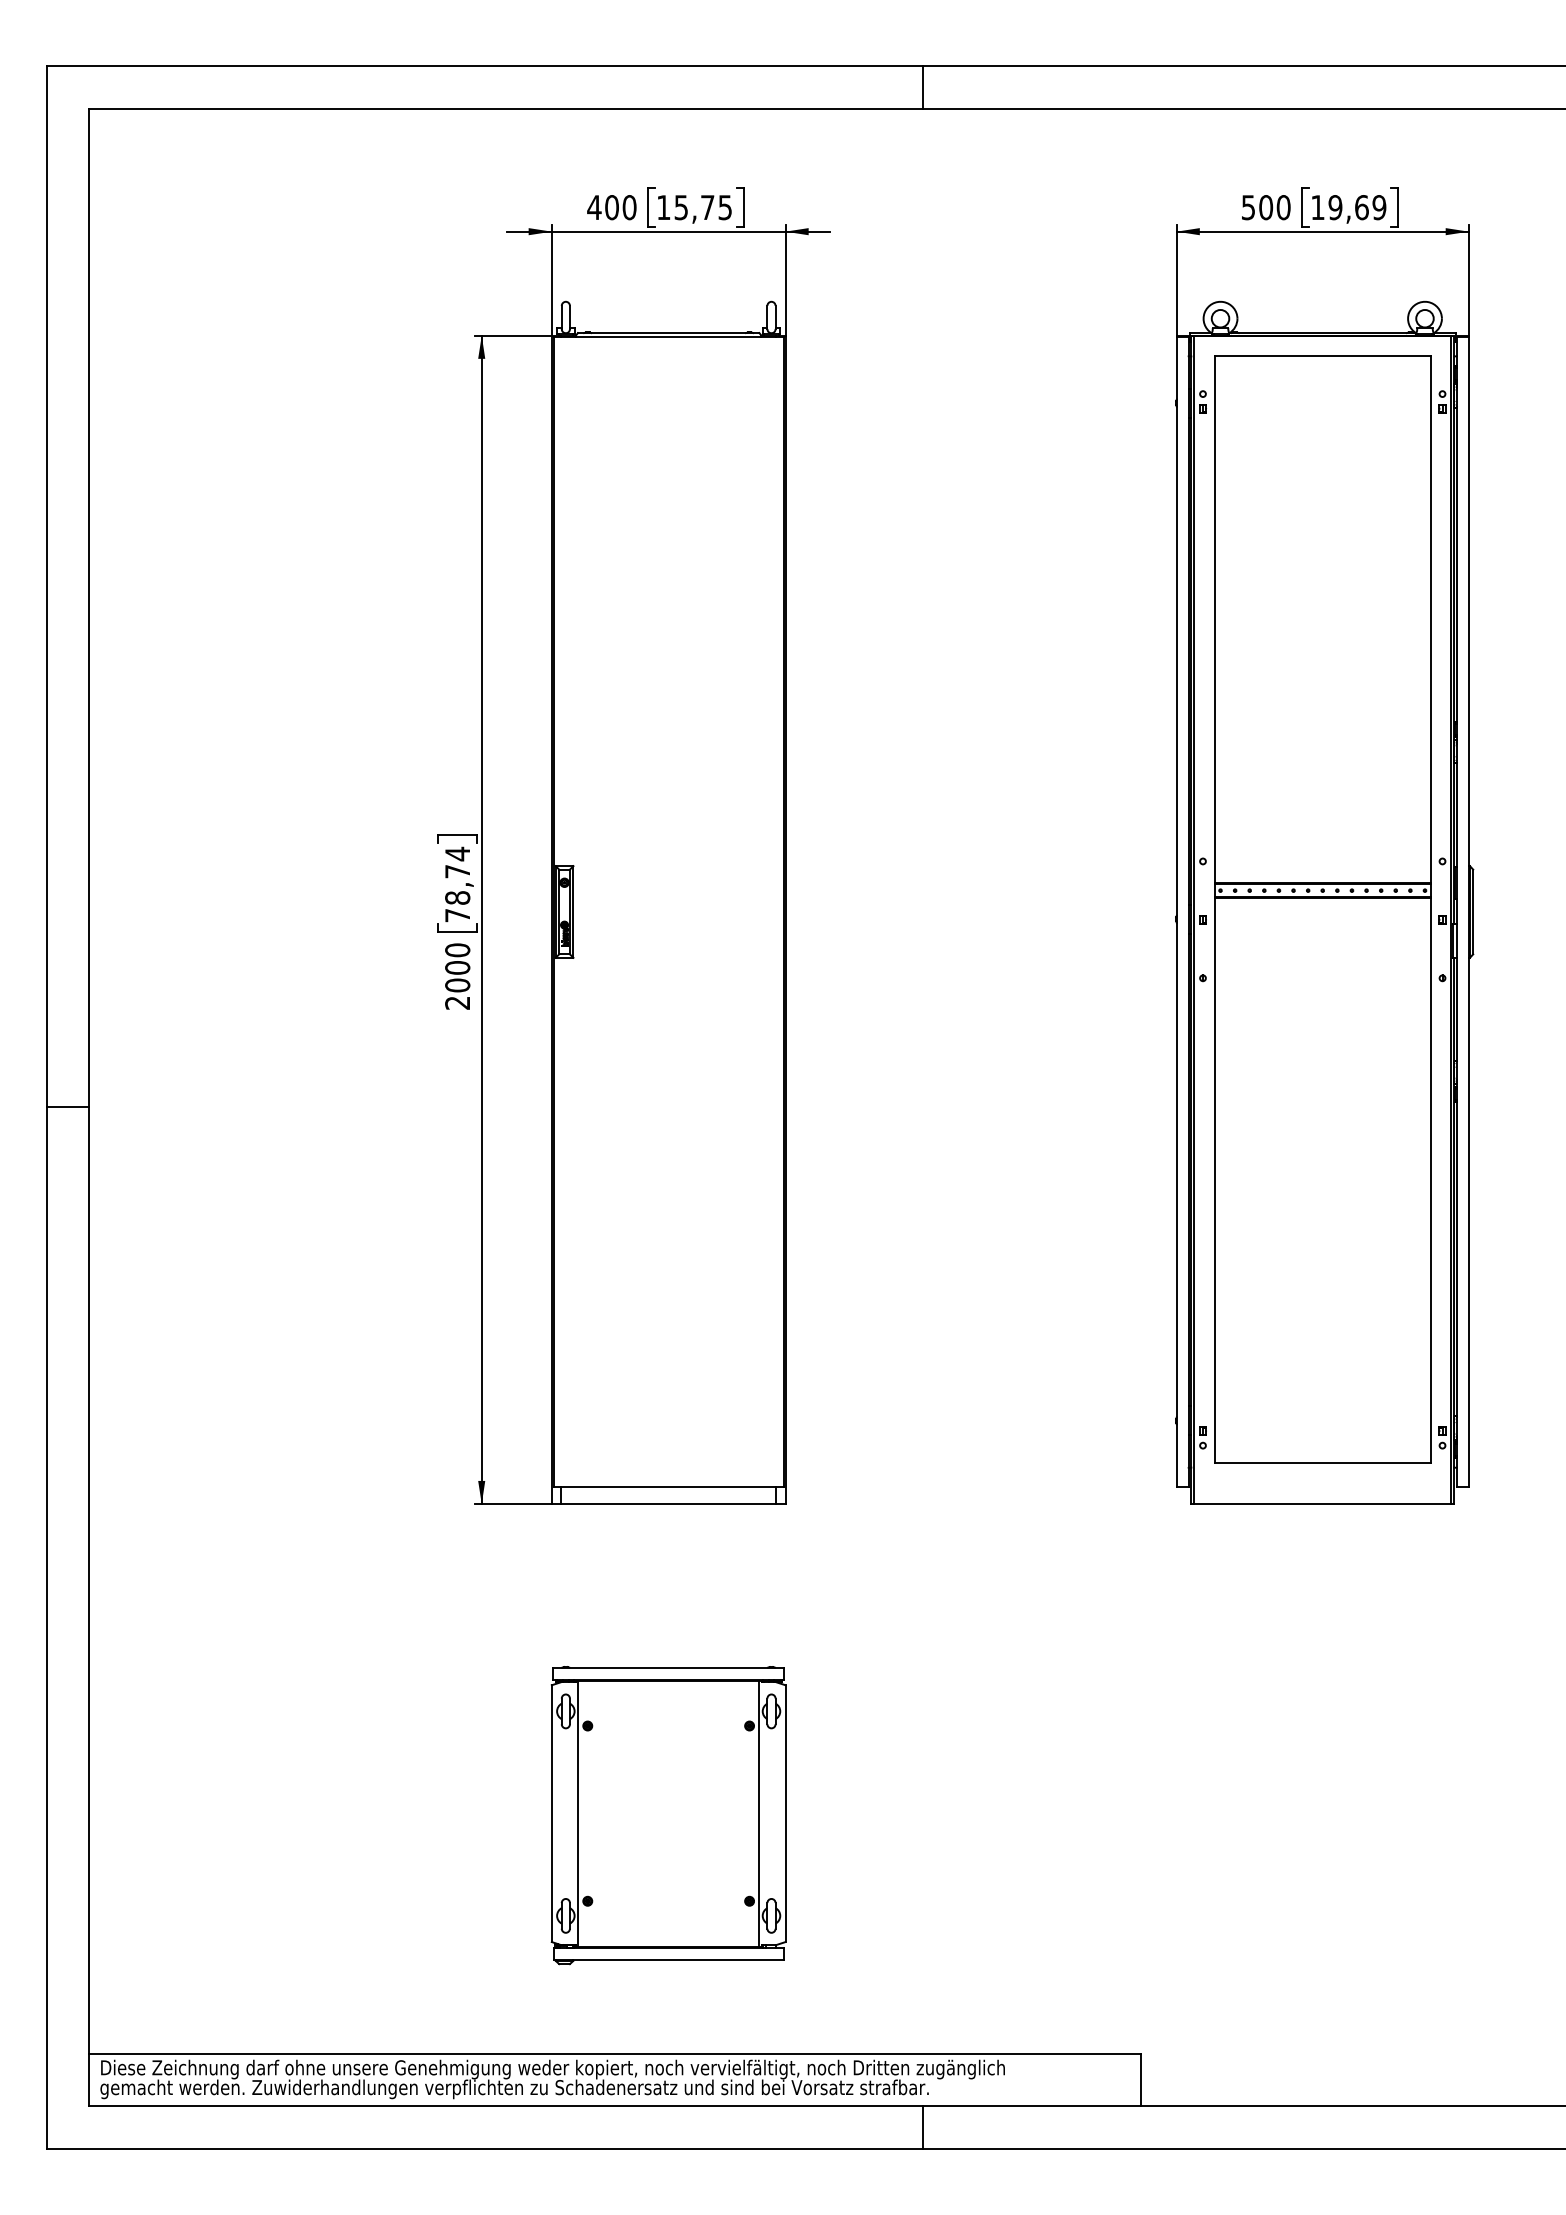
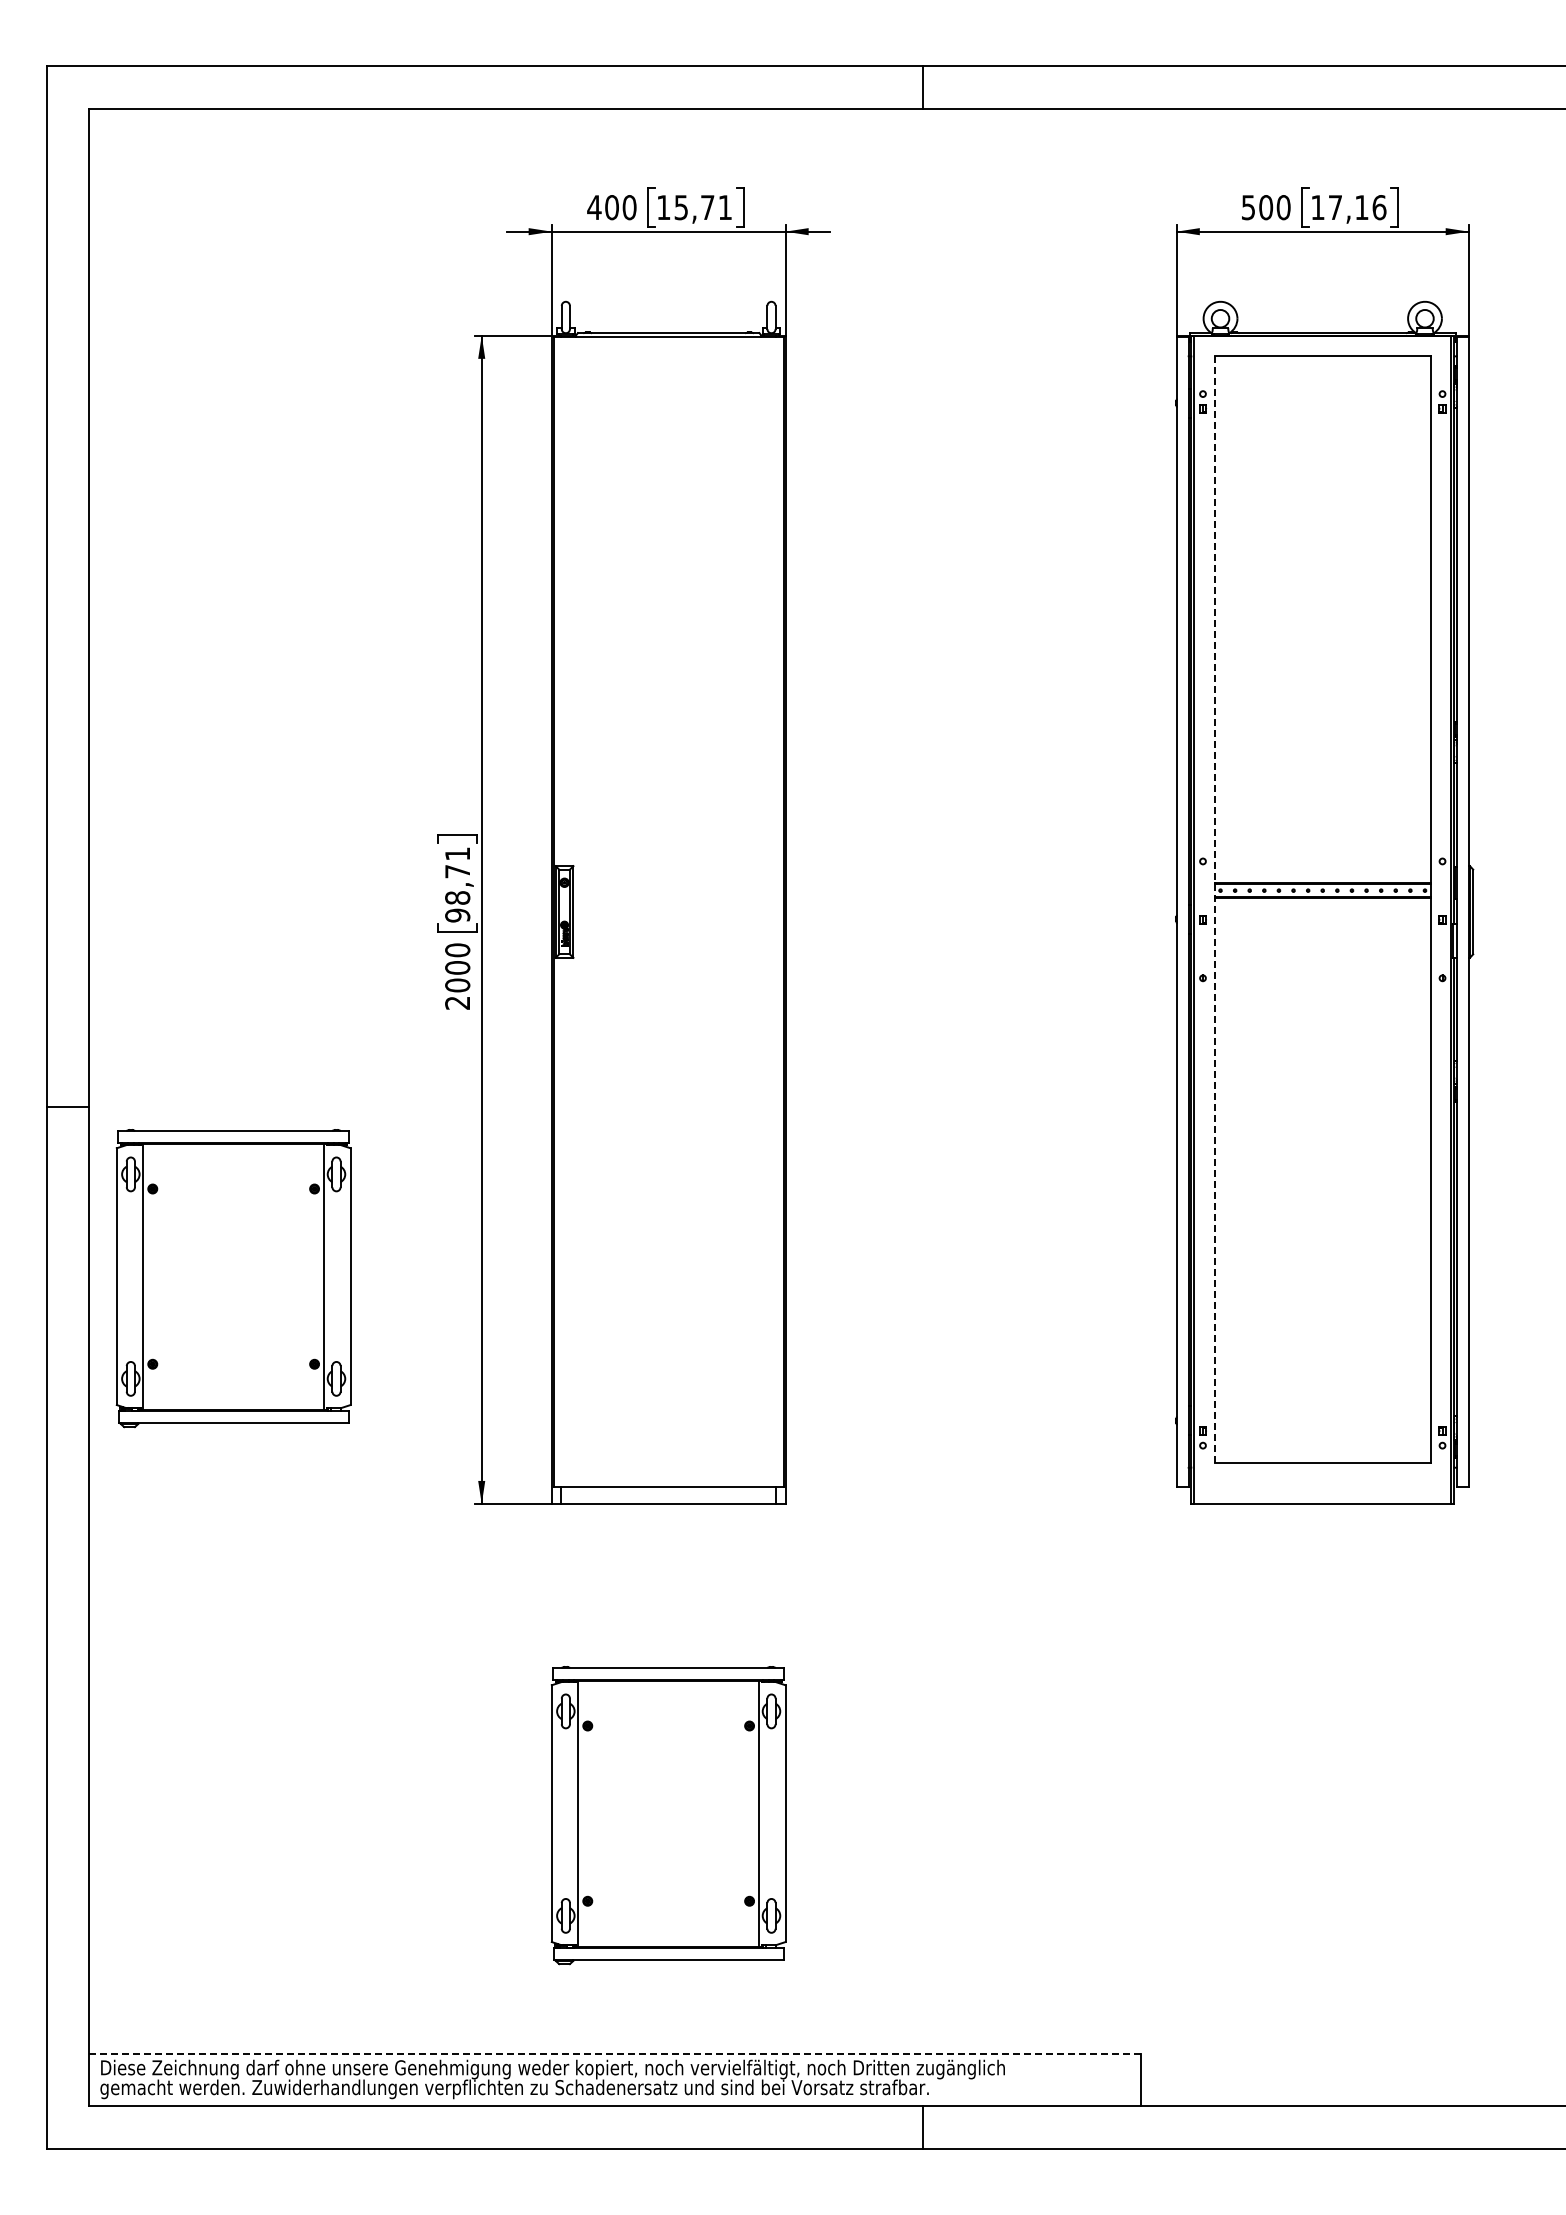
text at (724, 207): 15,75 -> 15,71
text at (1357, 207): 19,69 -> 17,16
text at (457, 884): 78,74 -> 98,71
line at (1214, 909): solid -> dashed
part at (233, 1278): none -> present
line at (614, 2053): solid -> dashed
